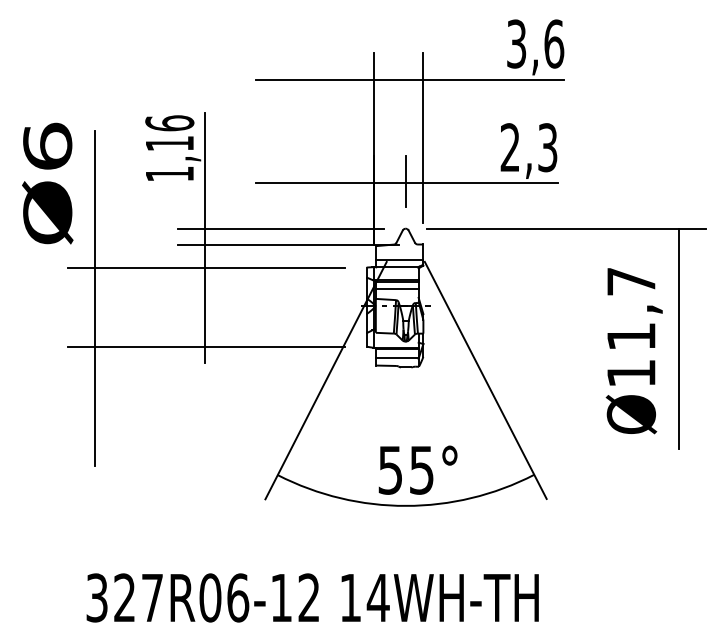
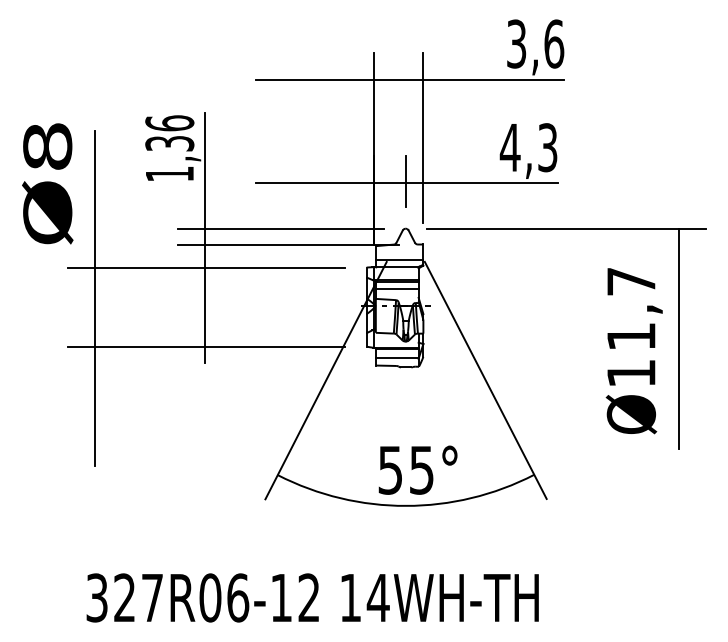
text at (169, 143): 1,16 -> 1,36
text at (47, 145): Ø6 -> Ø8
text at (509, 147): 2,3 -> 4,3
